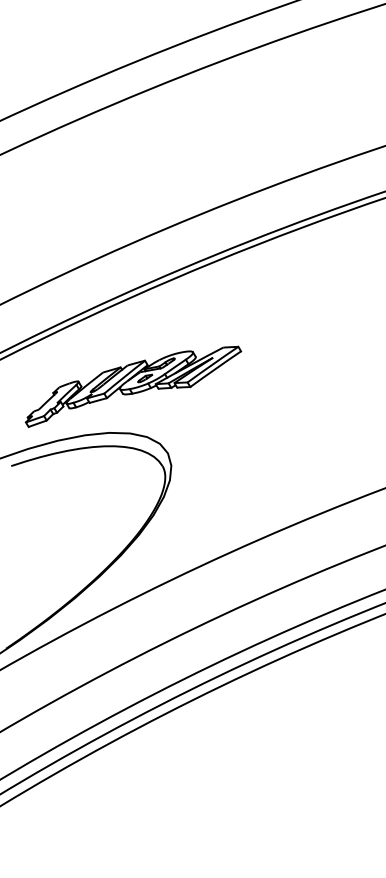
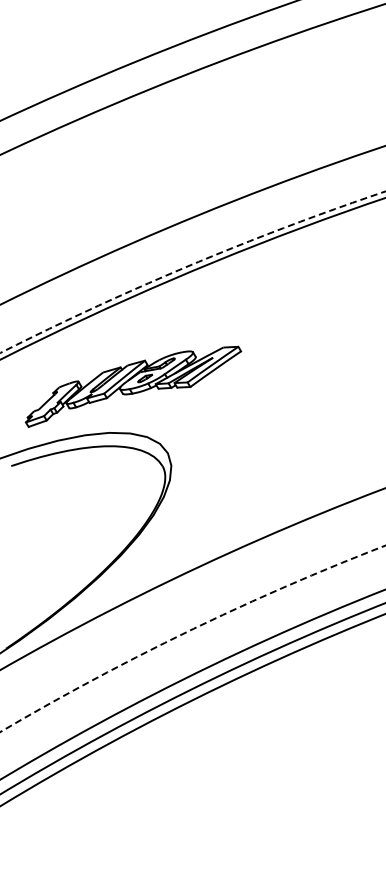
circle at (192, 272): solid -> dashed
circle at (192, 638): solid -> dashed
